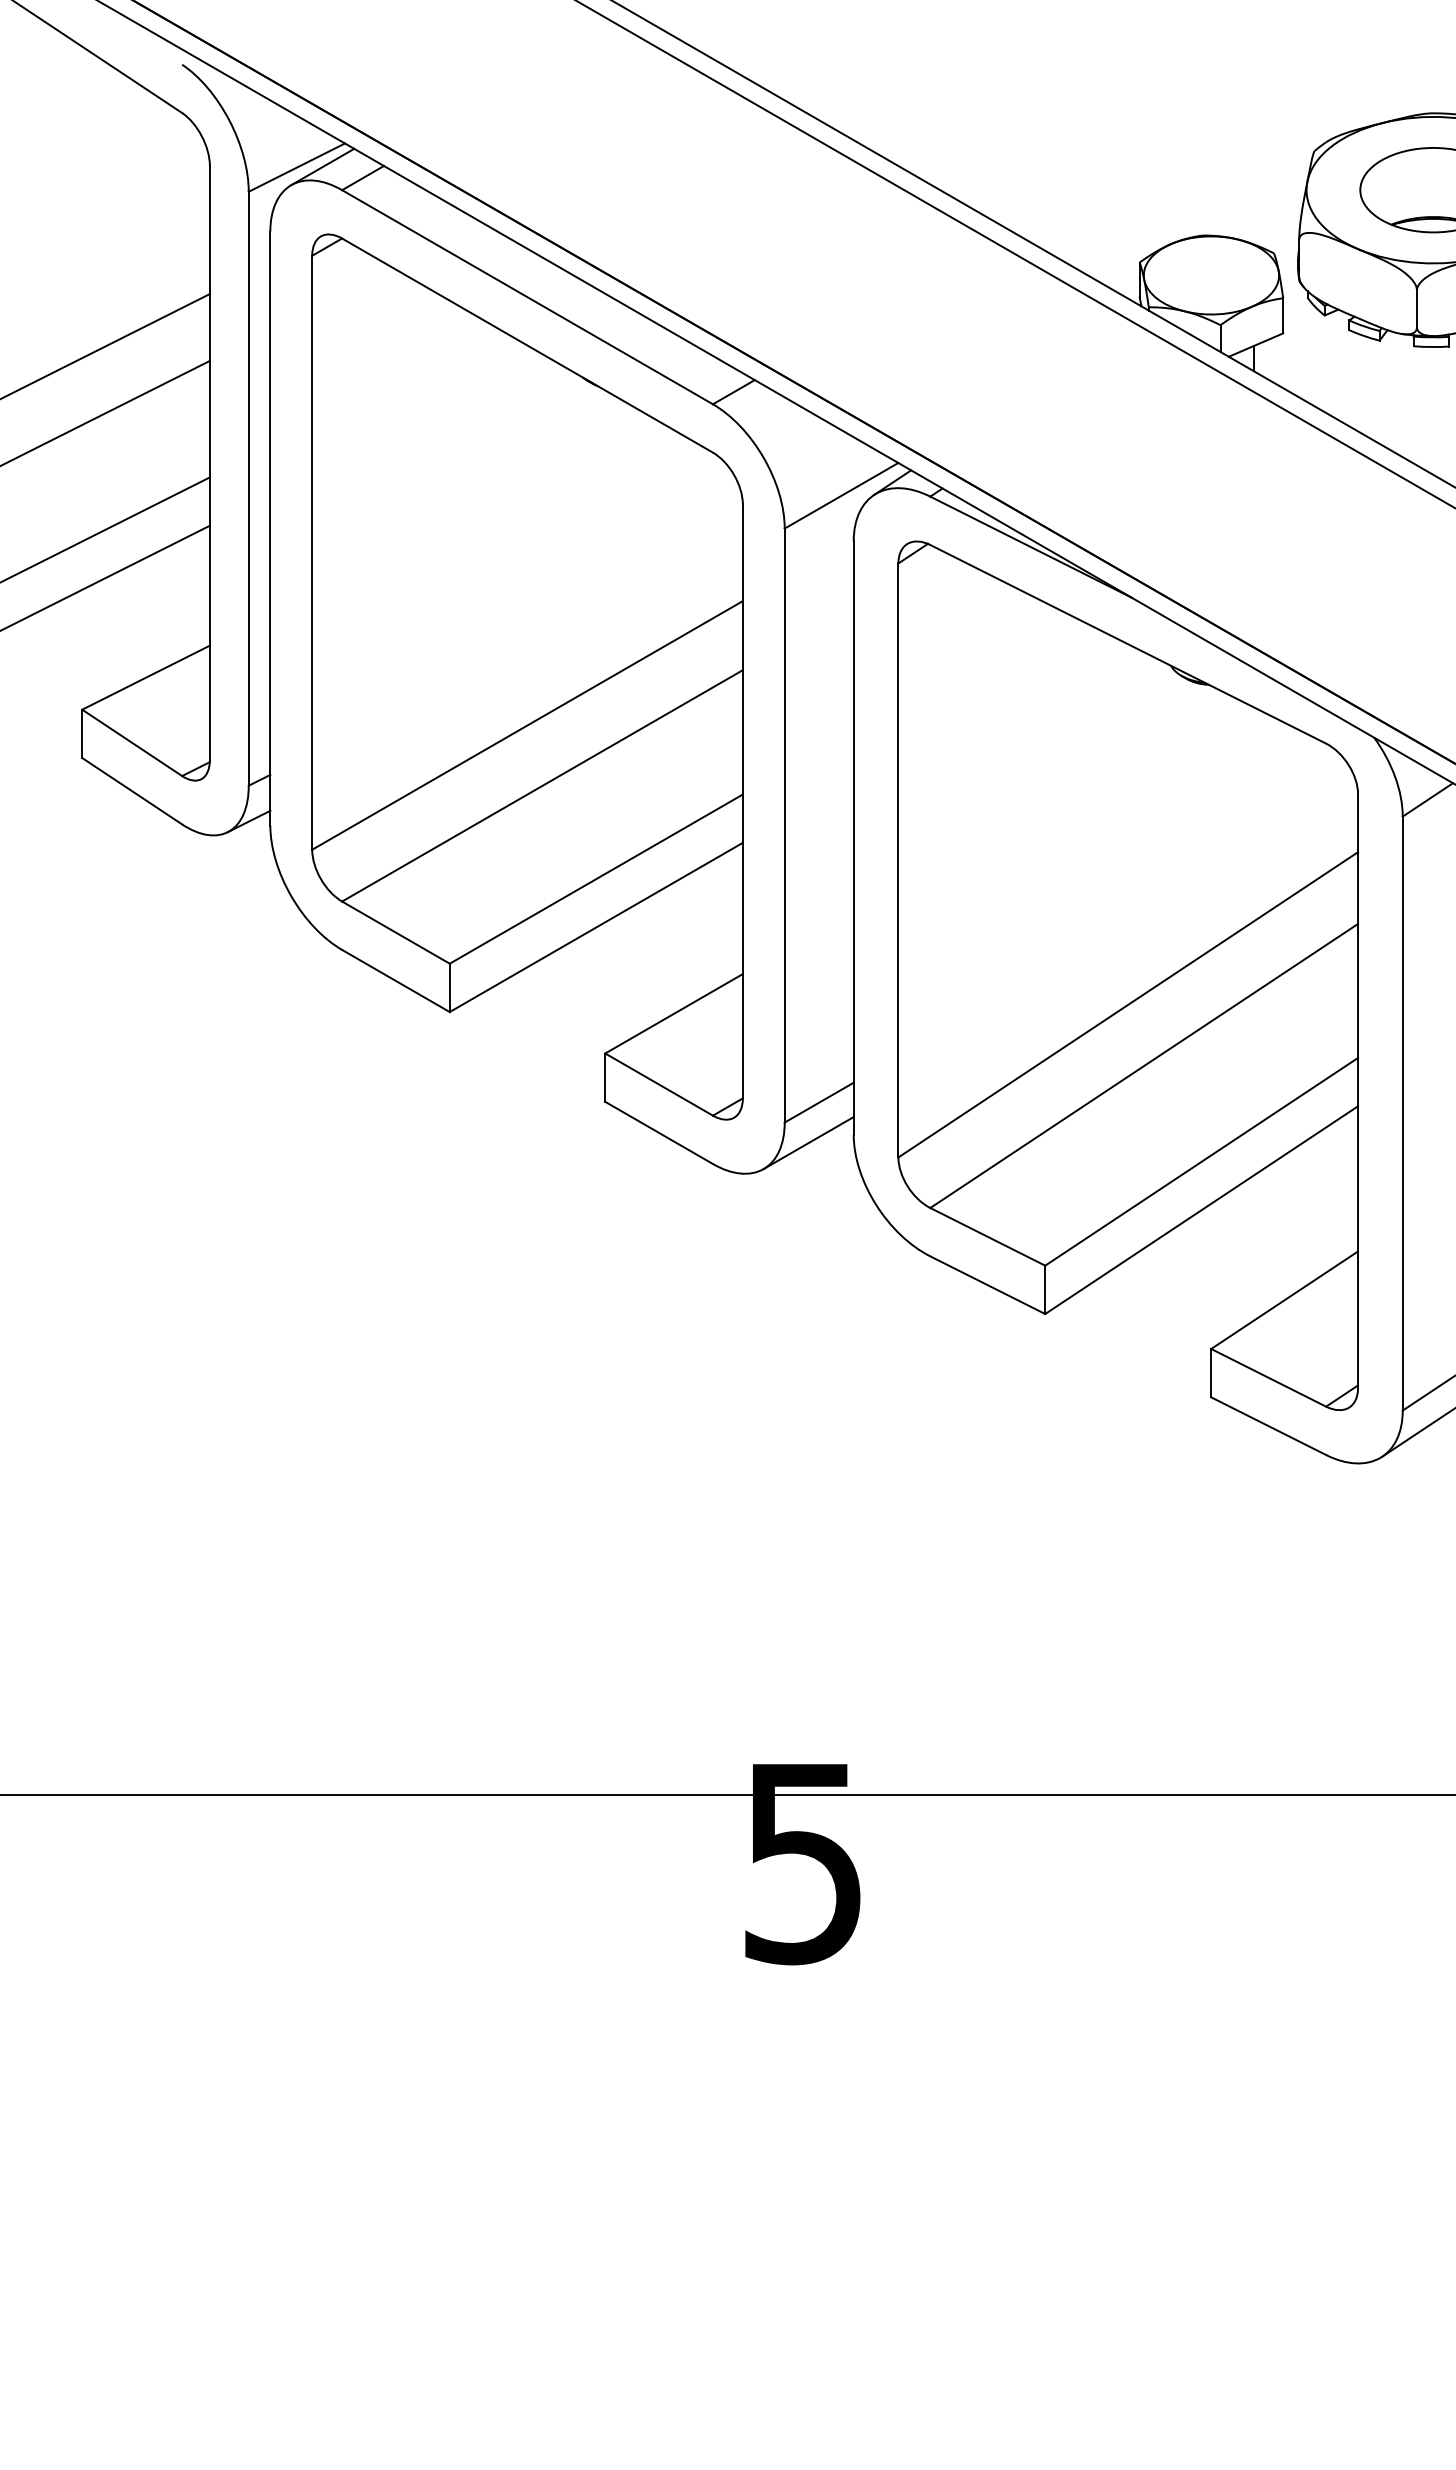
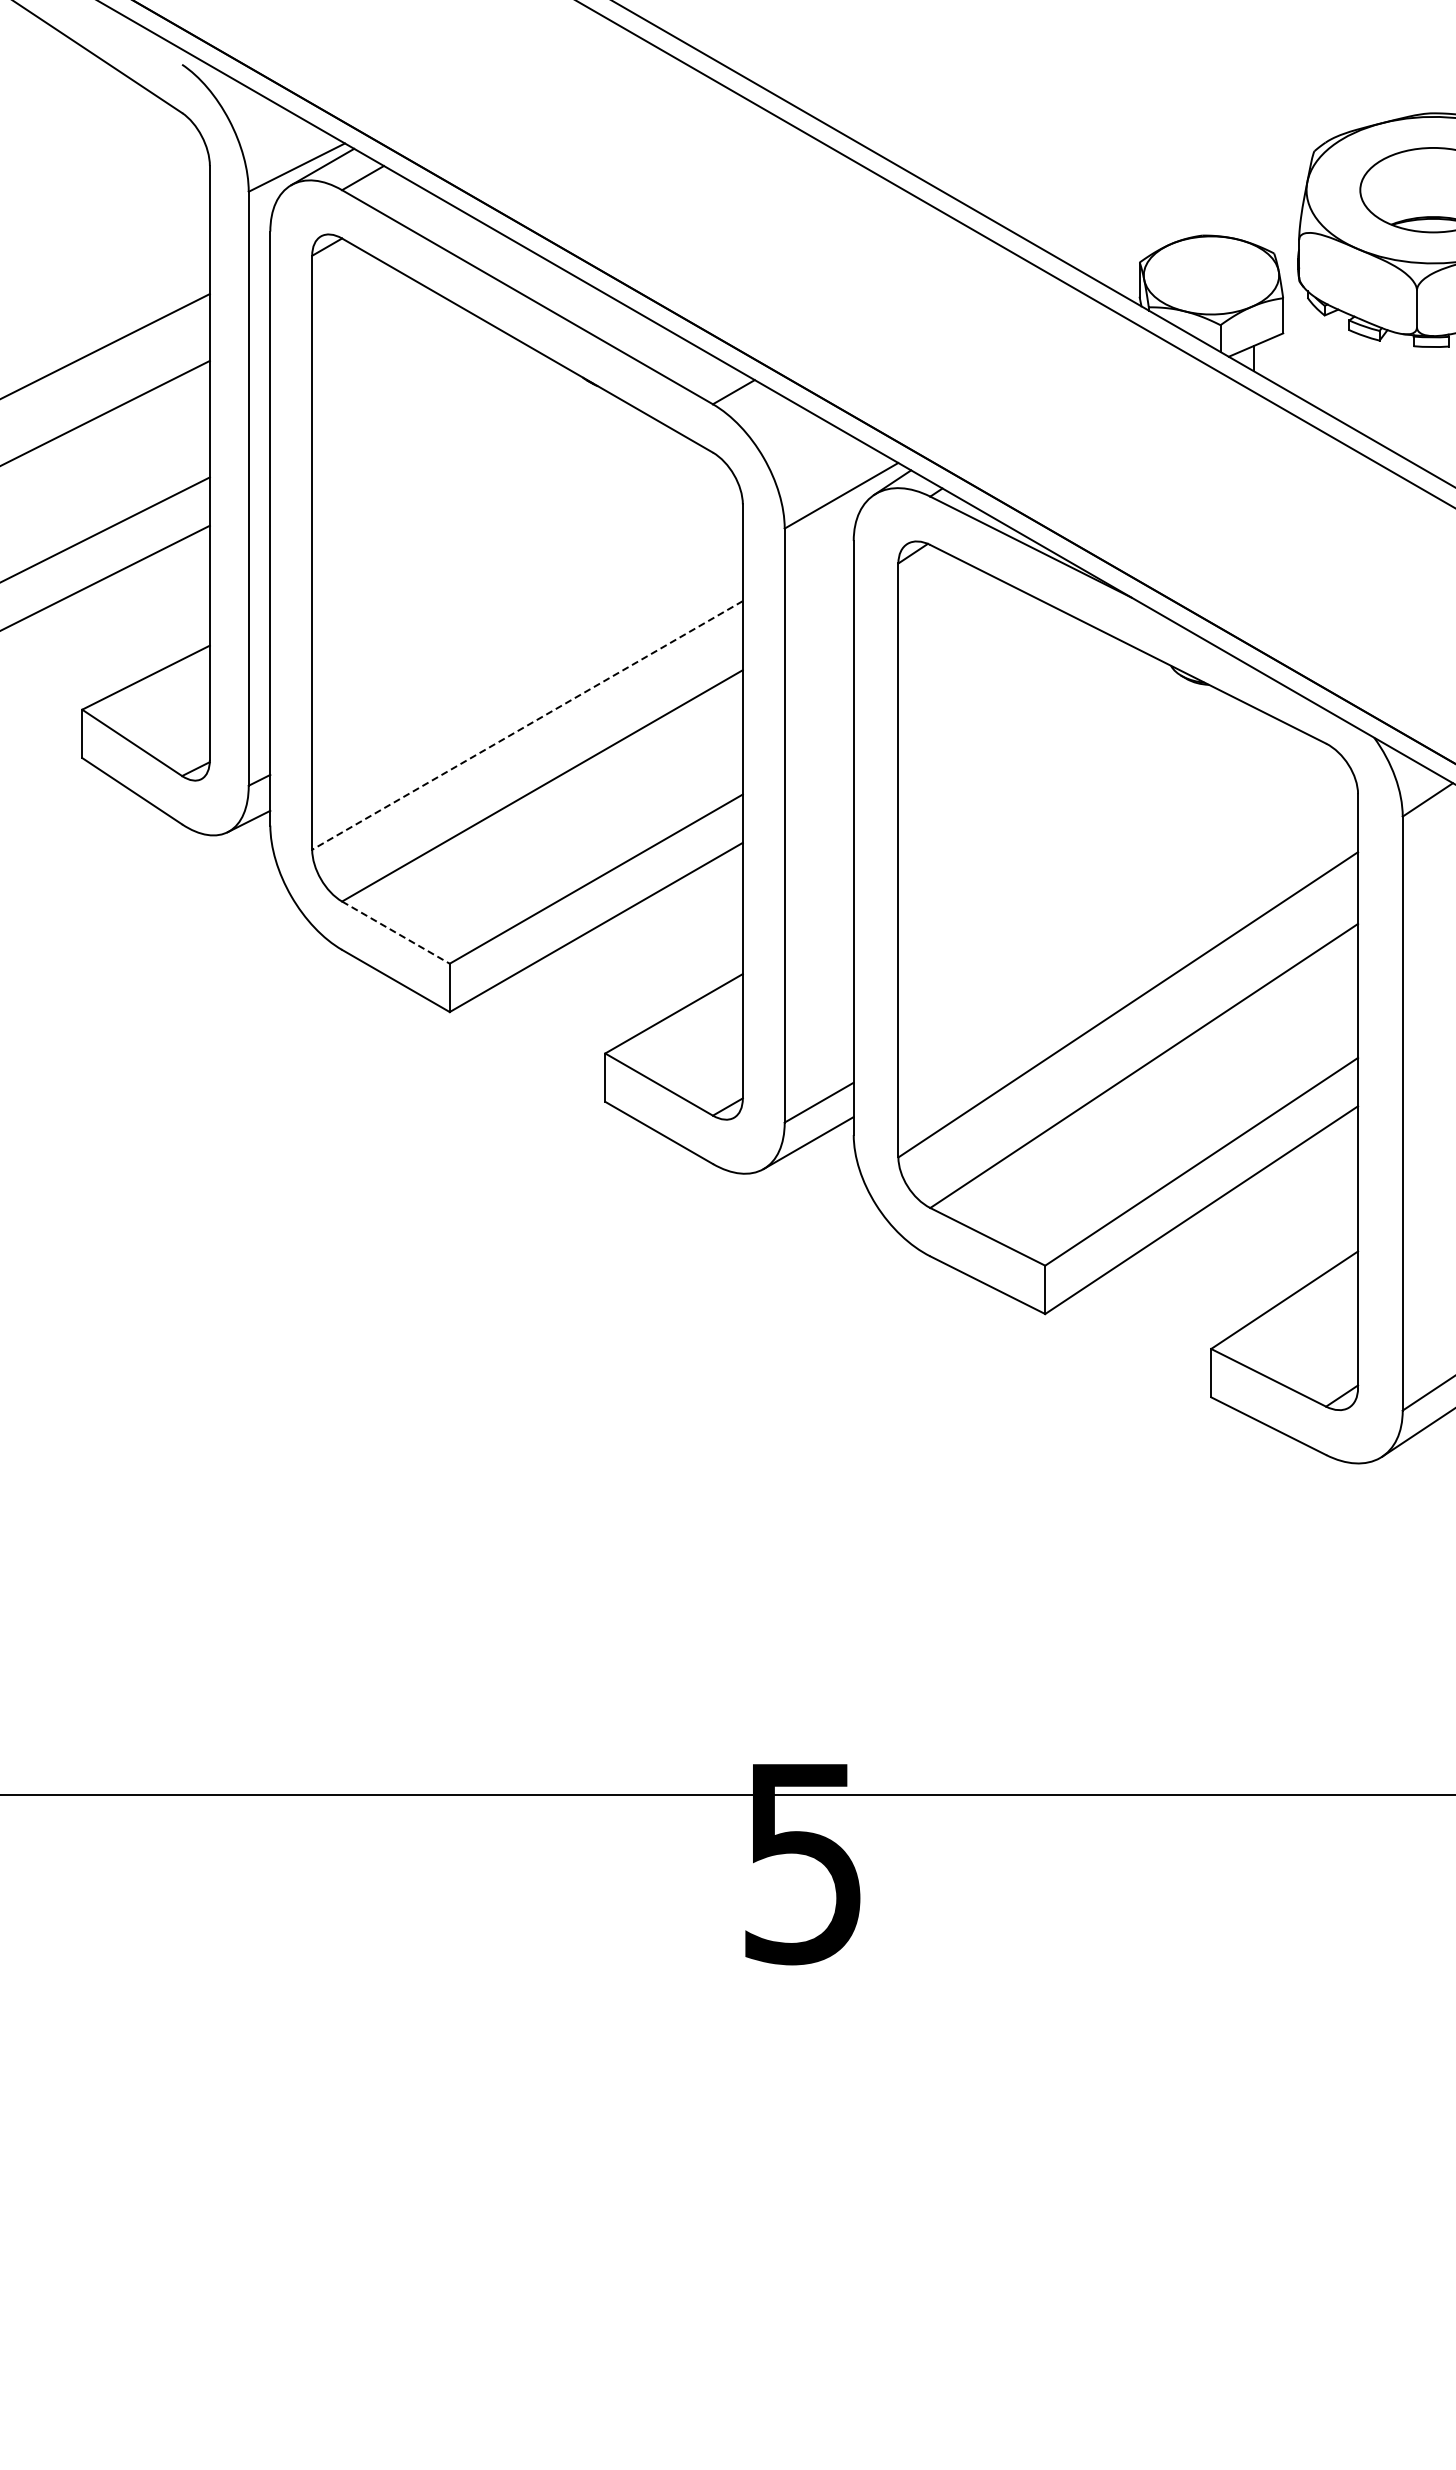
line at (527, 725): solid -> dashed
line at (396, 932): solid -> dashed
